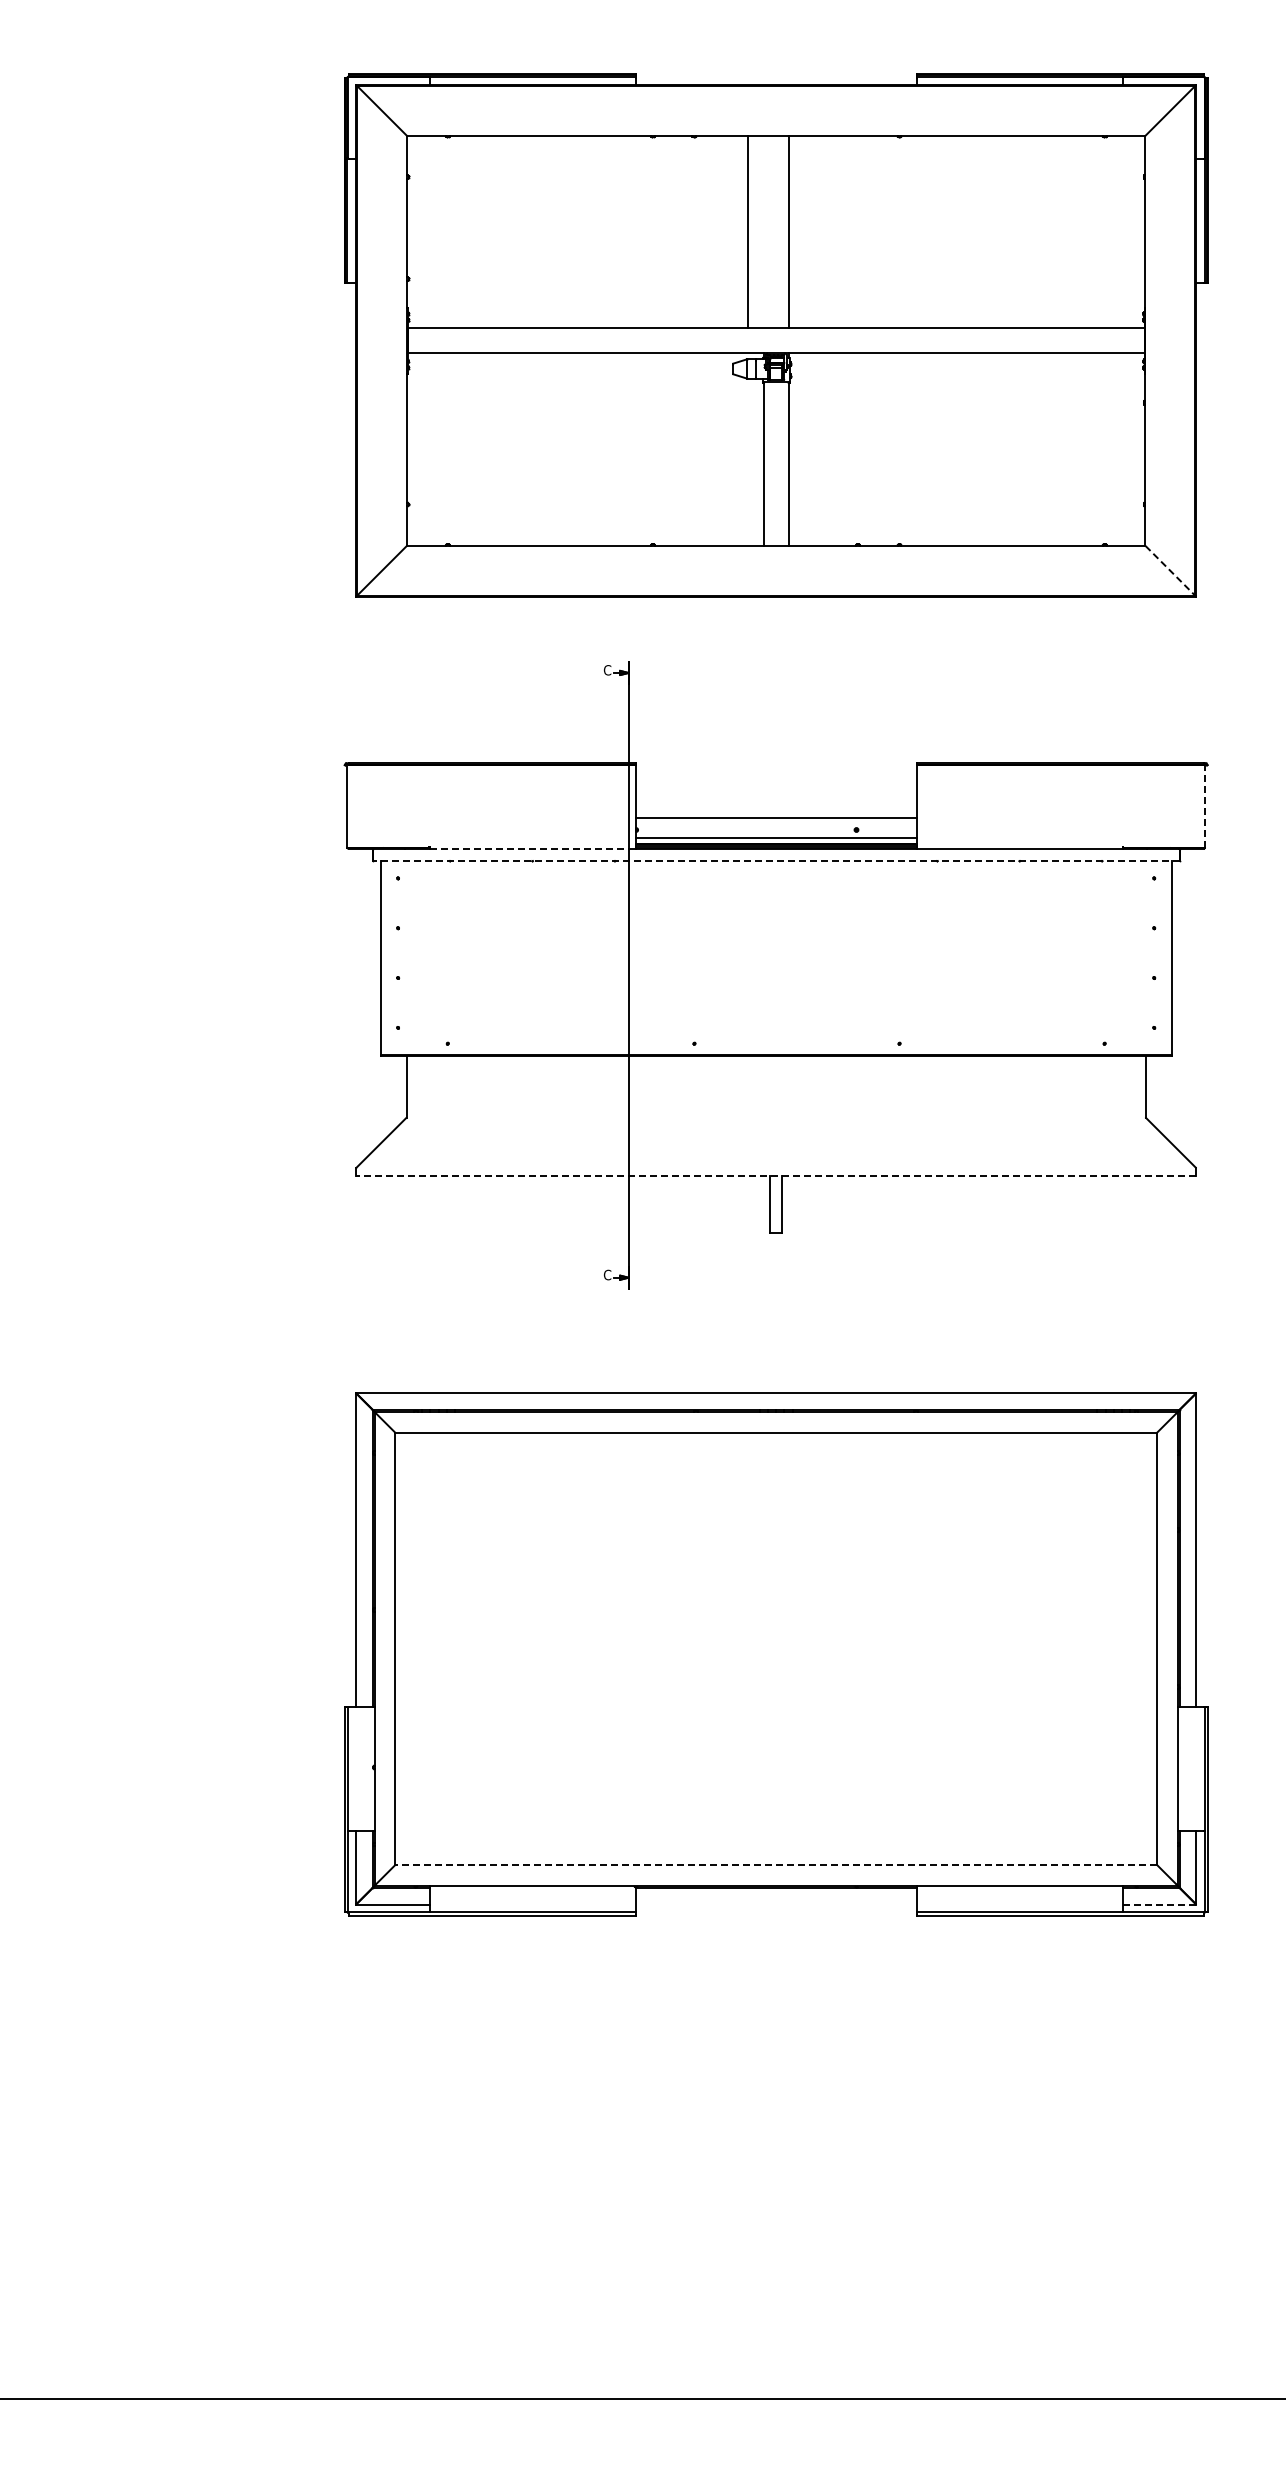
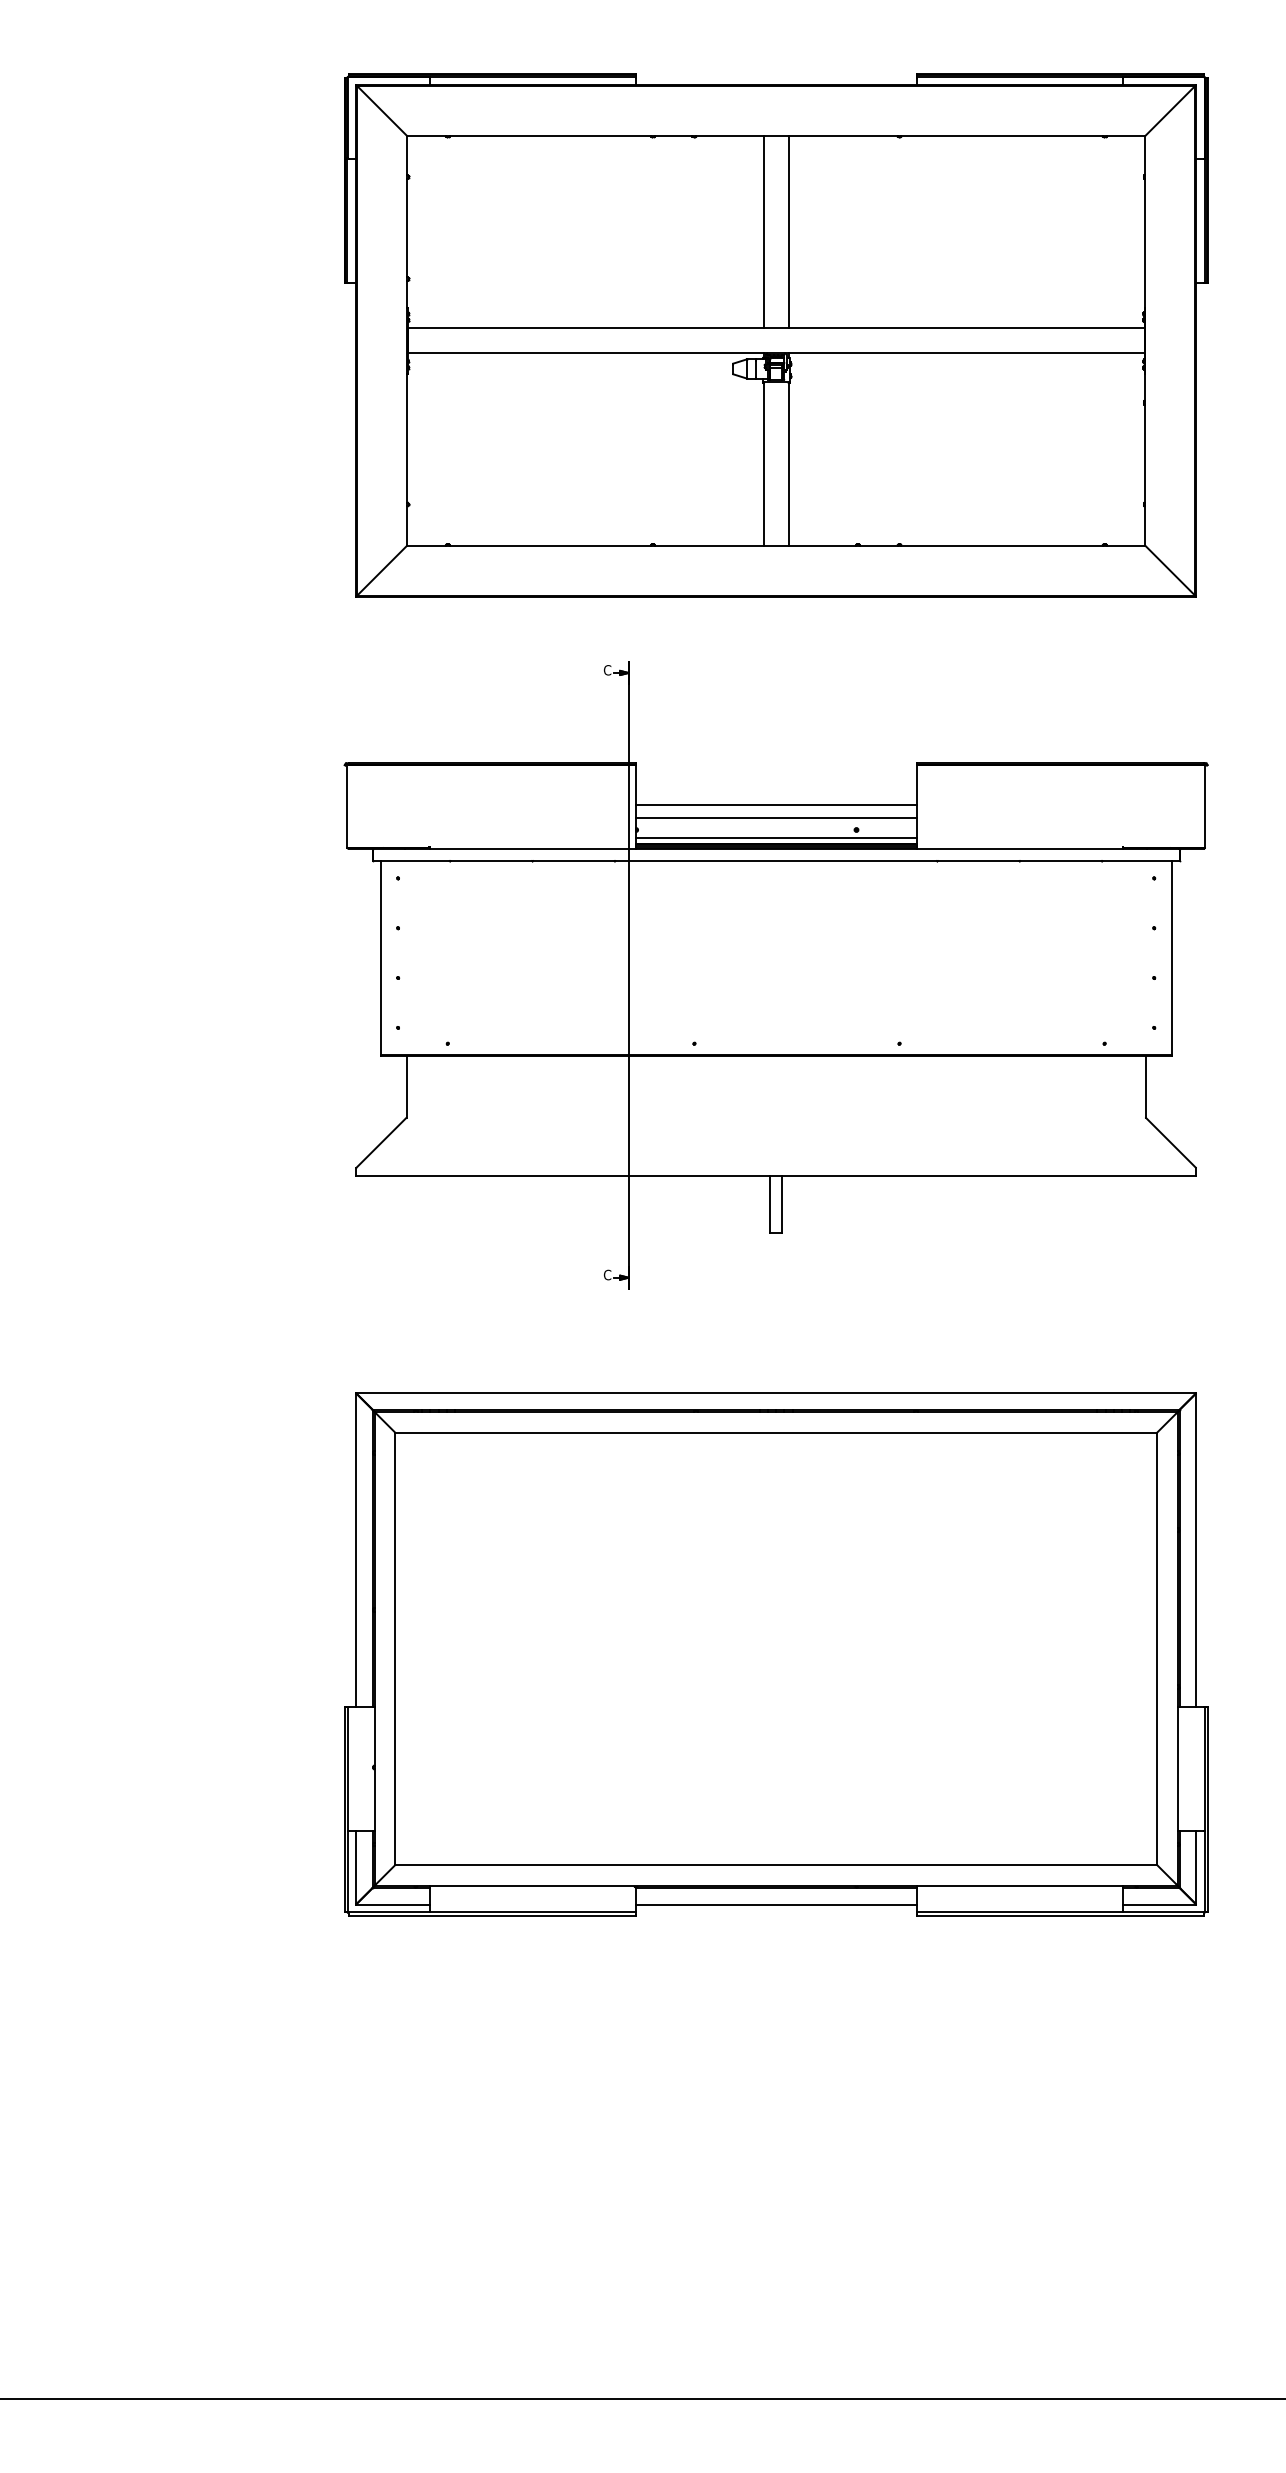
line at (747, 231) position: (747, 231) -> (763, 231)
line at (1170, 571): dashed -> solid
line at (775, 804): none -> present
line at (1205, 805): dashed -> solid
line at (532, 848): dashed -> solid
line at (776, 861): dashed -> solid
line at (776, 1176): dashed -> solid
line at (776, 1865): dashed -> solid
line at (775, 1904): none -> present
line at (1159, 1904): dashed -> solid
